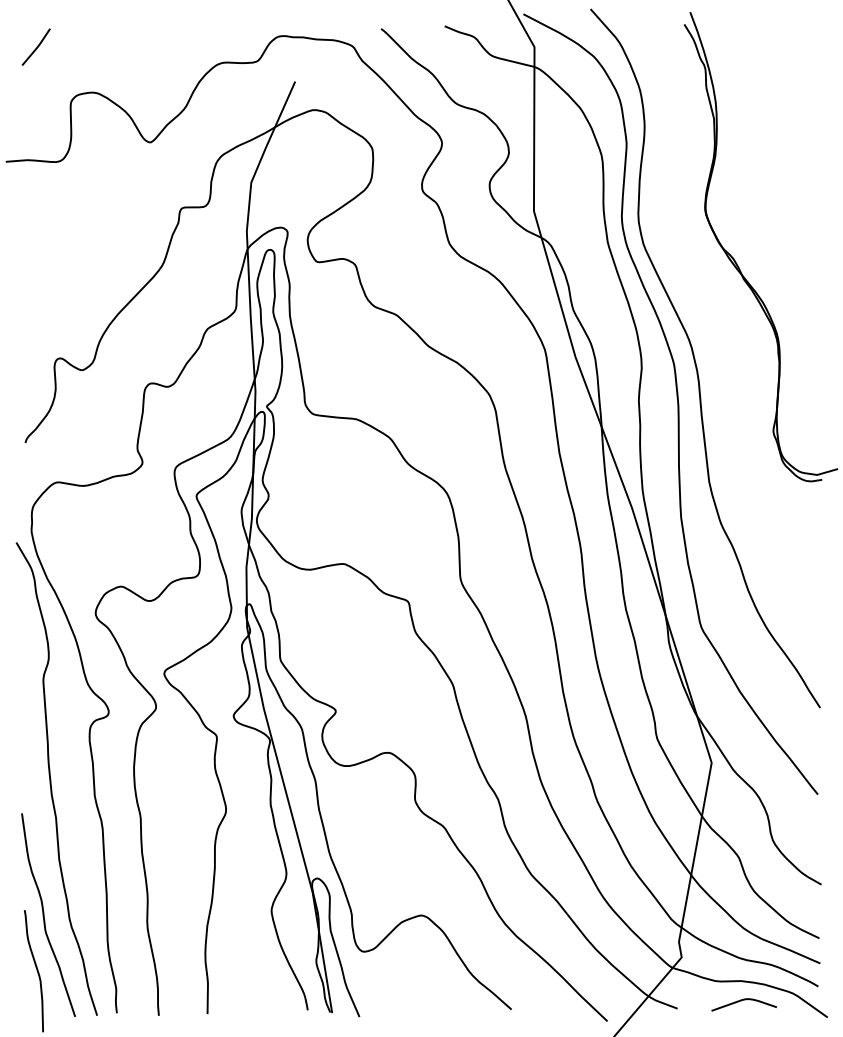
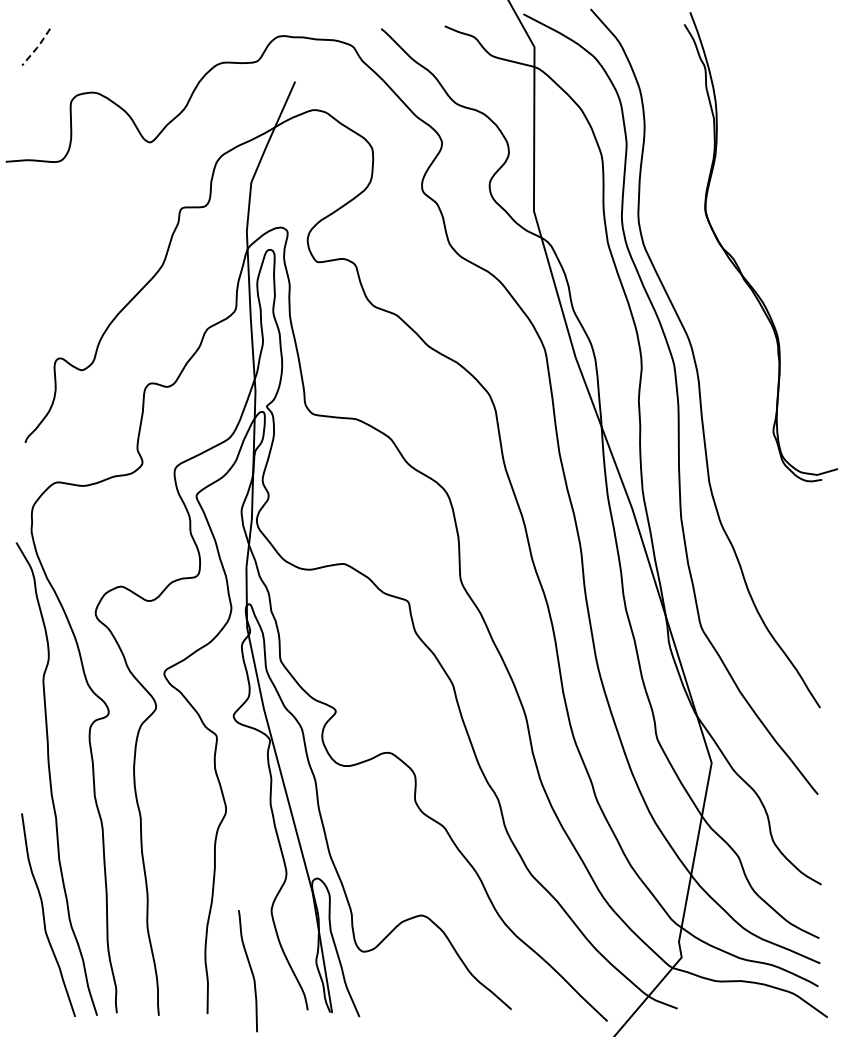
line at (37, 47): solid -> dashed
curve at (36, 970) position: (36, 970) -> (250, 970)
curve at (741, 1001): present -> none
